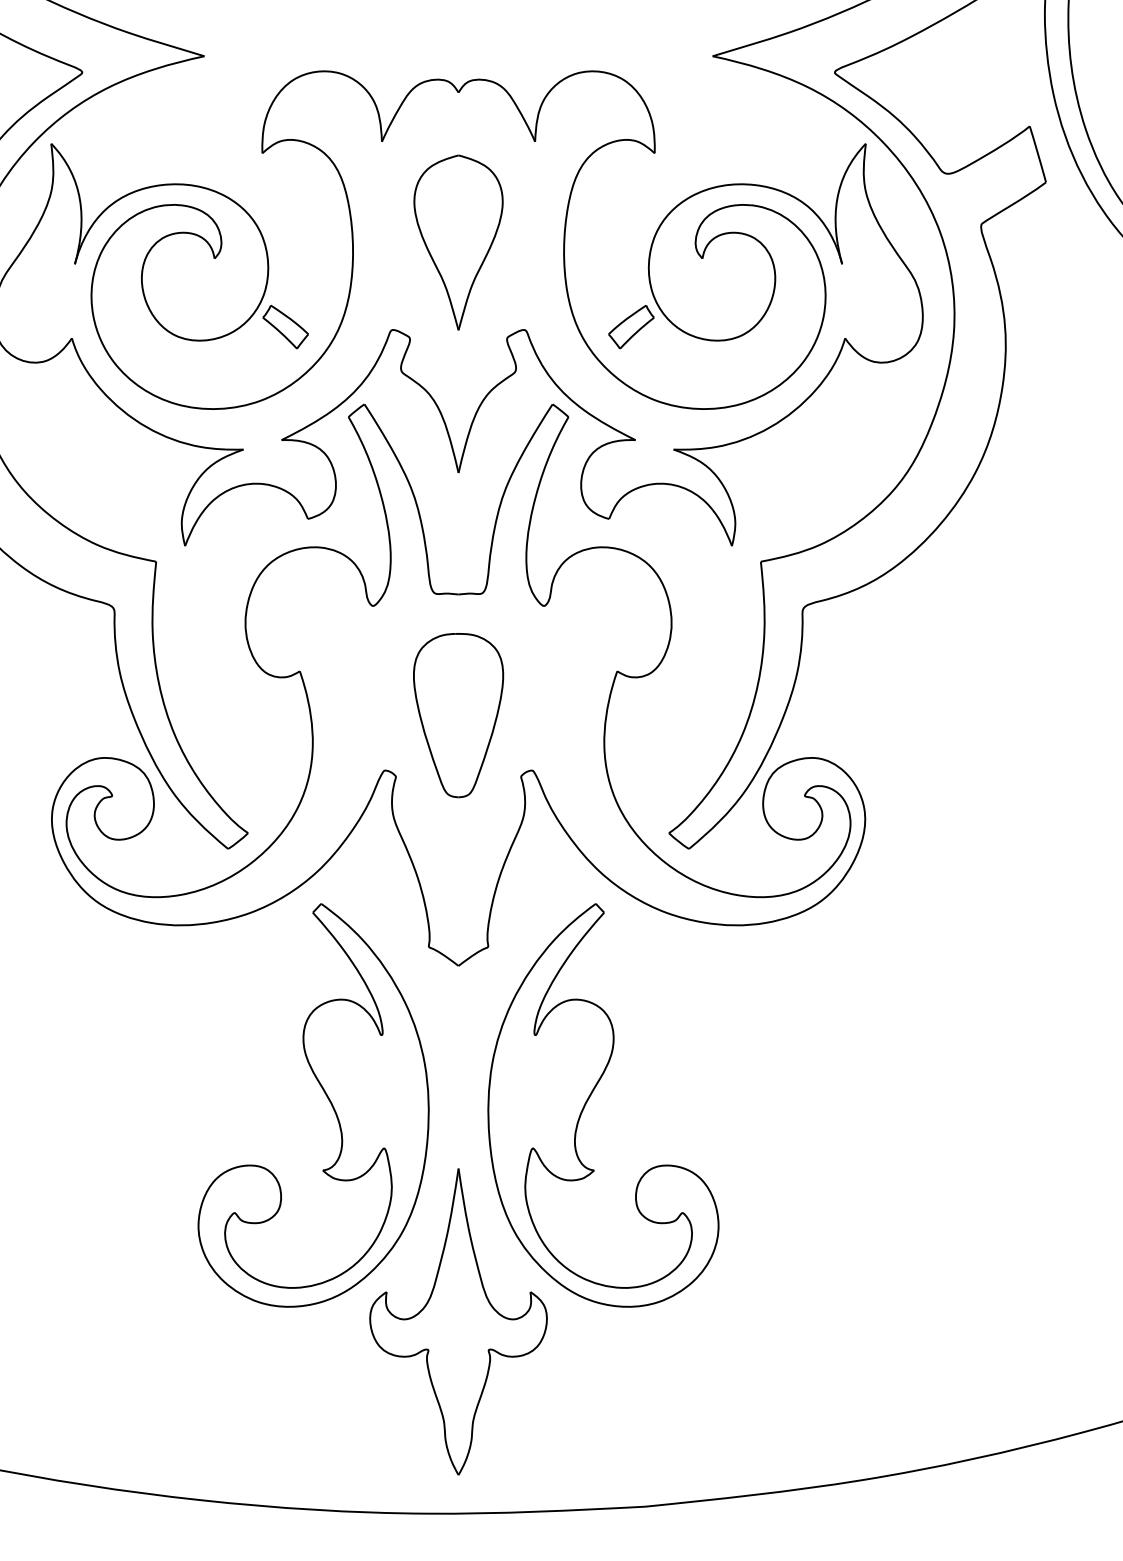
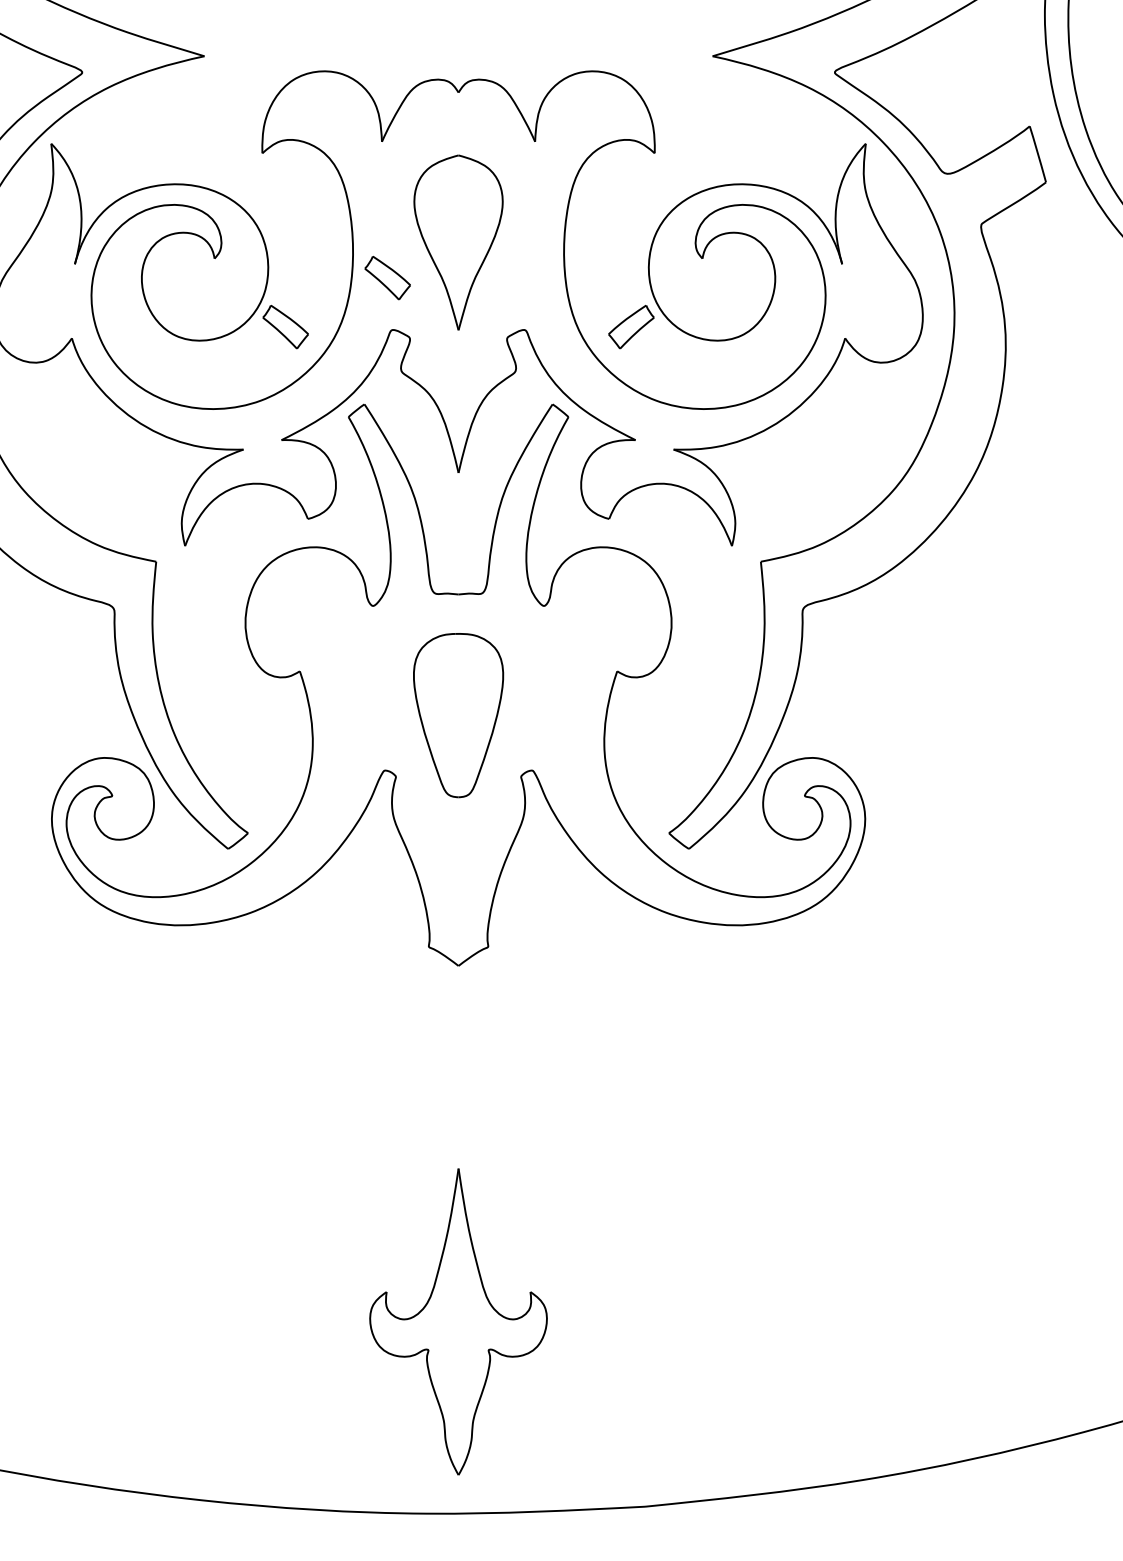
part at (387, 278): none -> present
part at (325, 1095): present -> none
part at (590, 1097): present -> none
